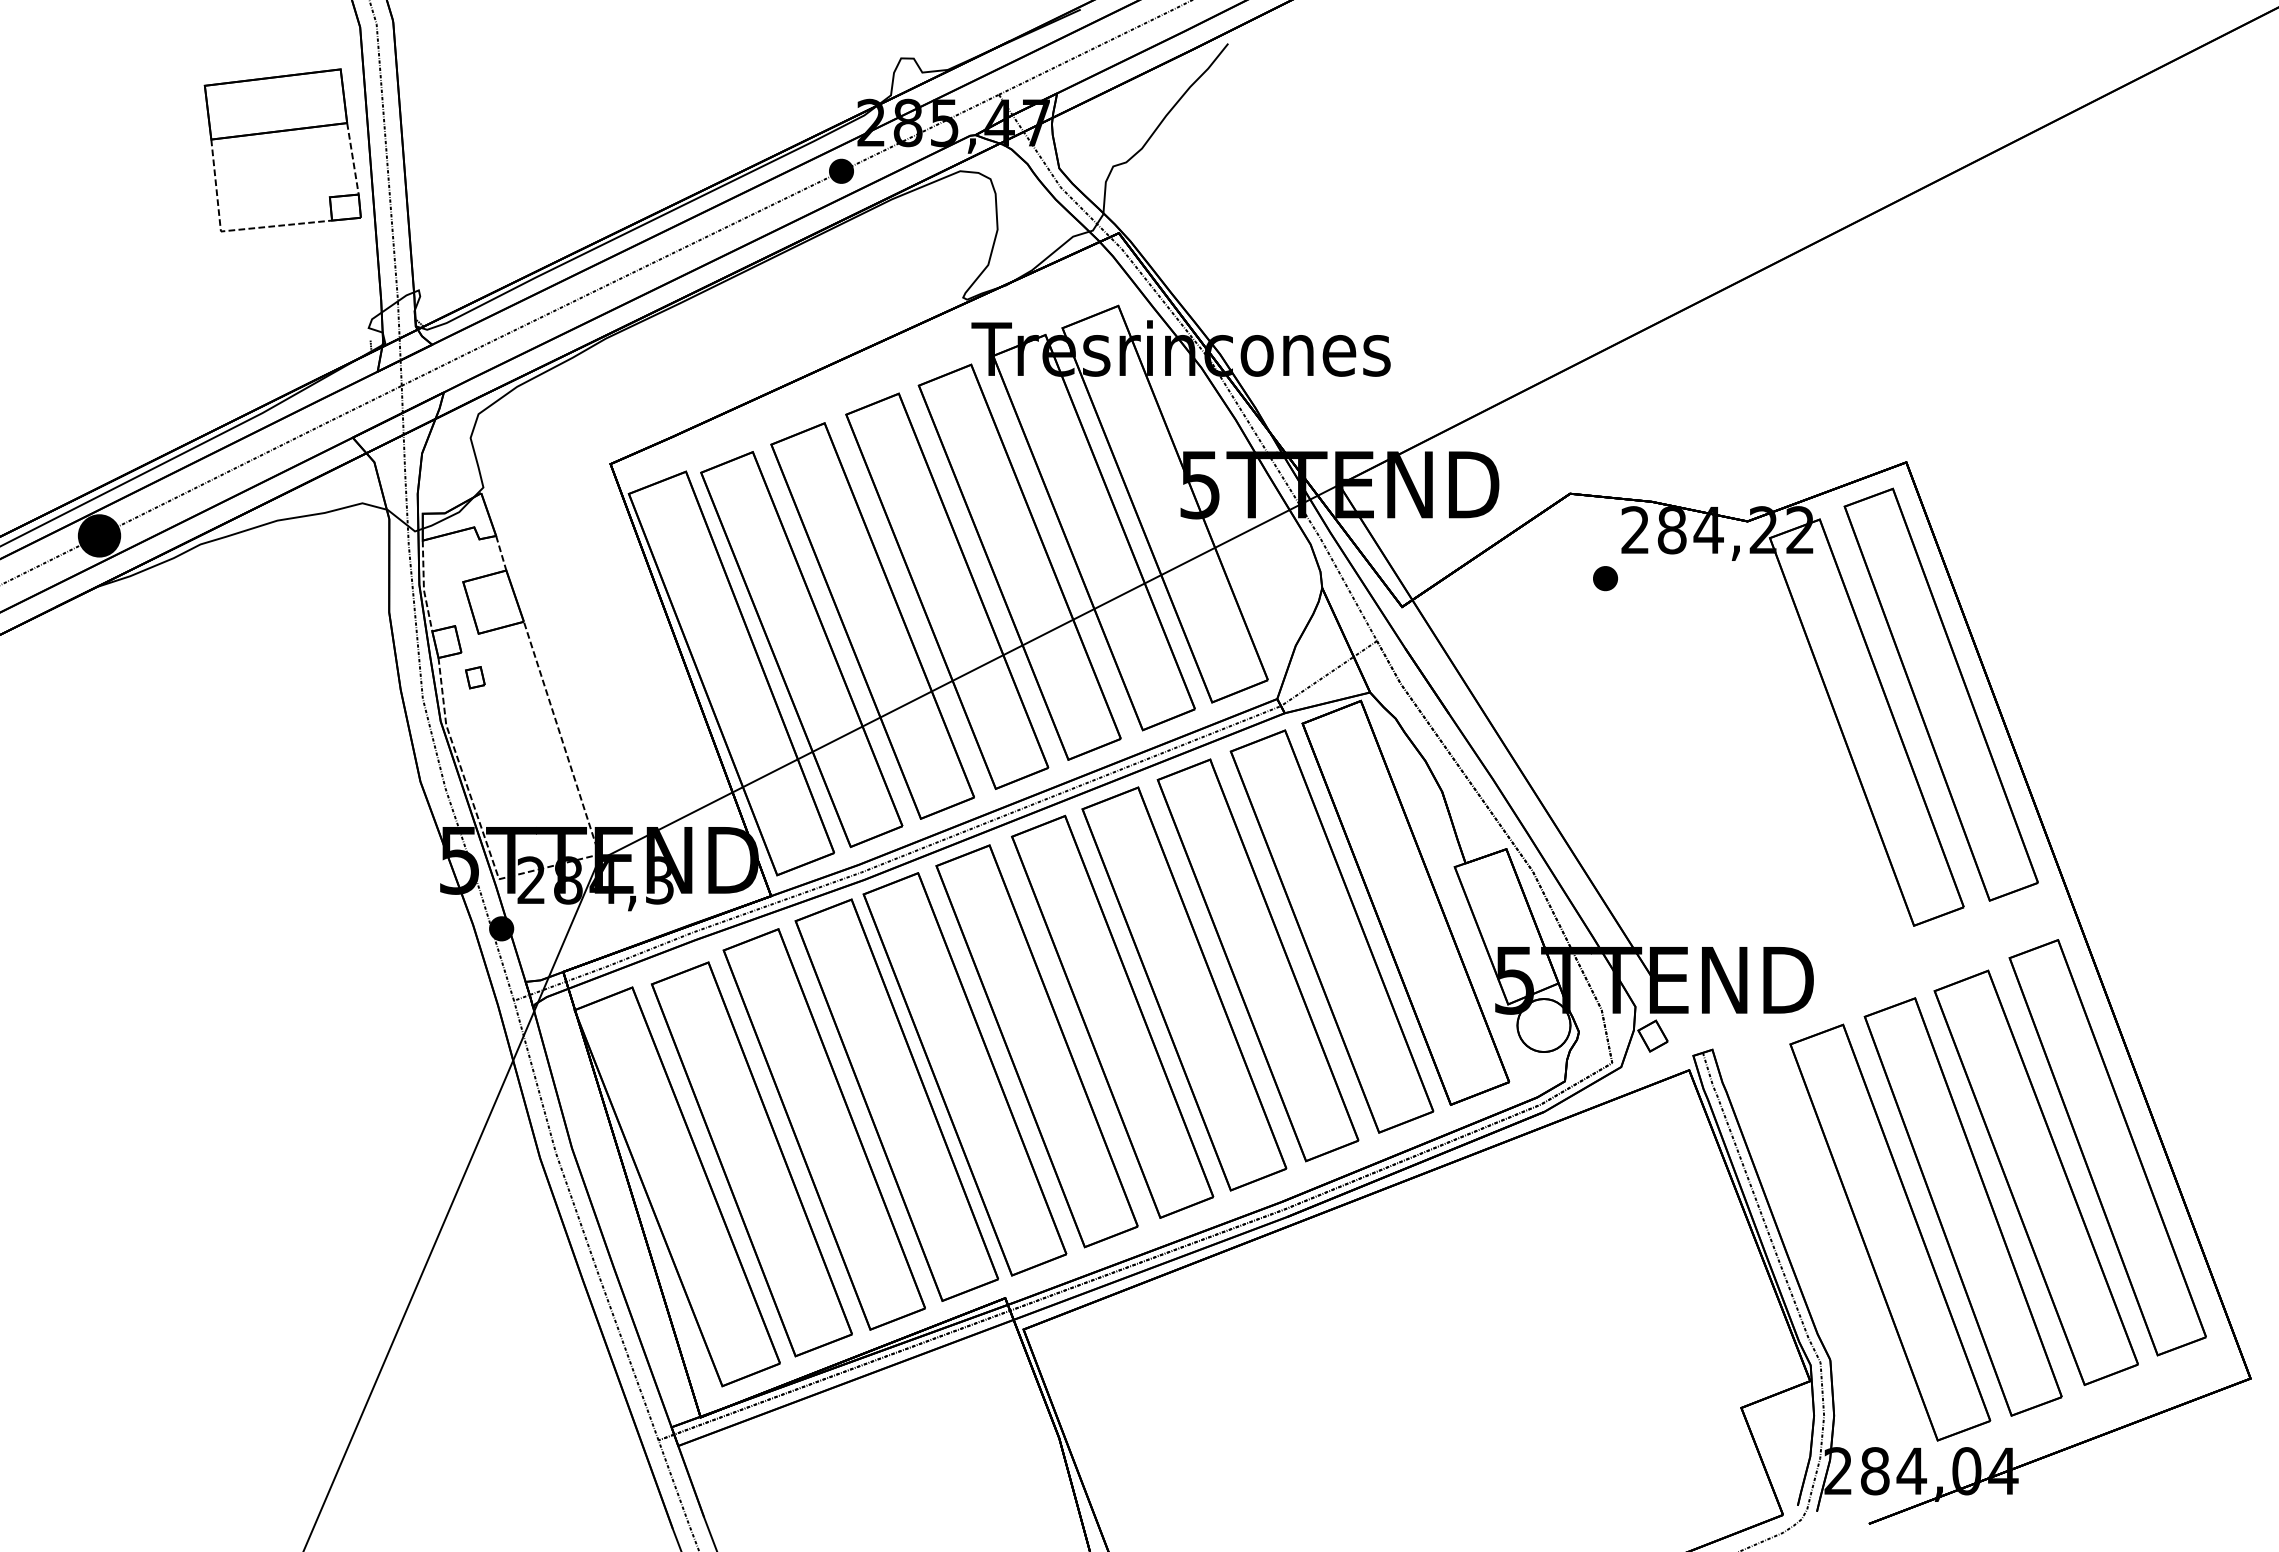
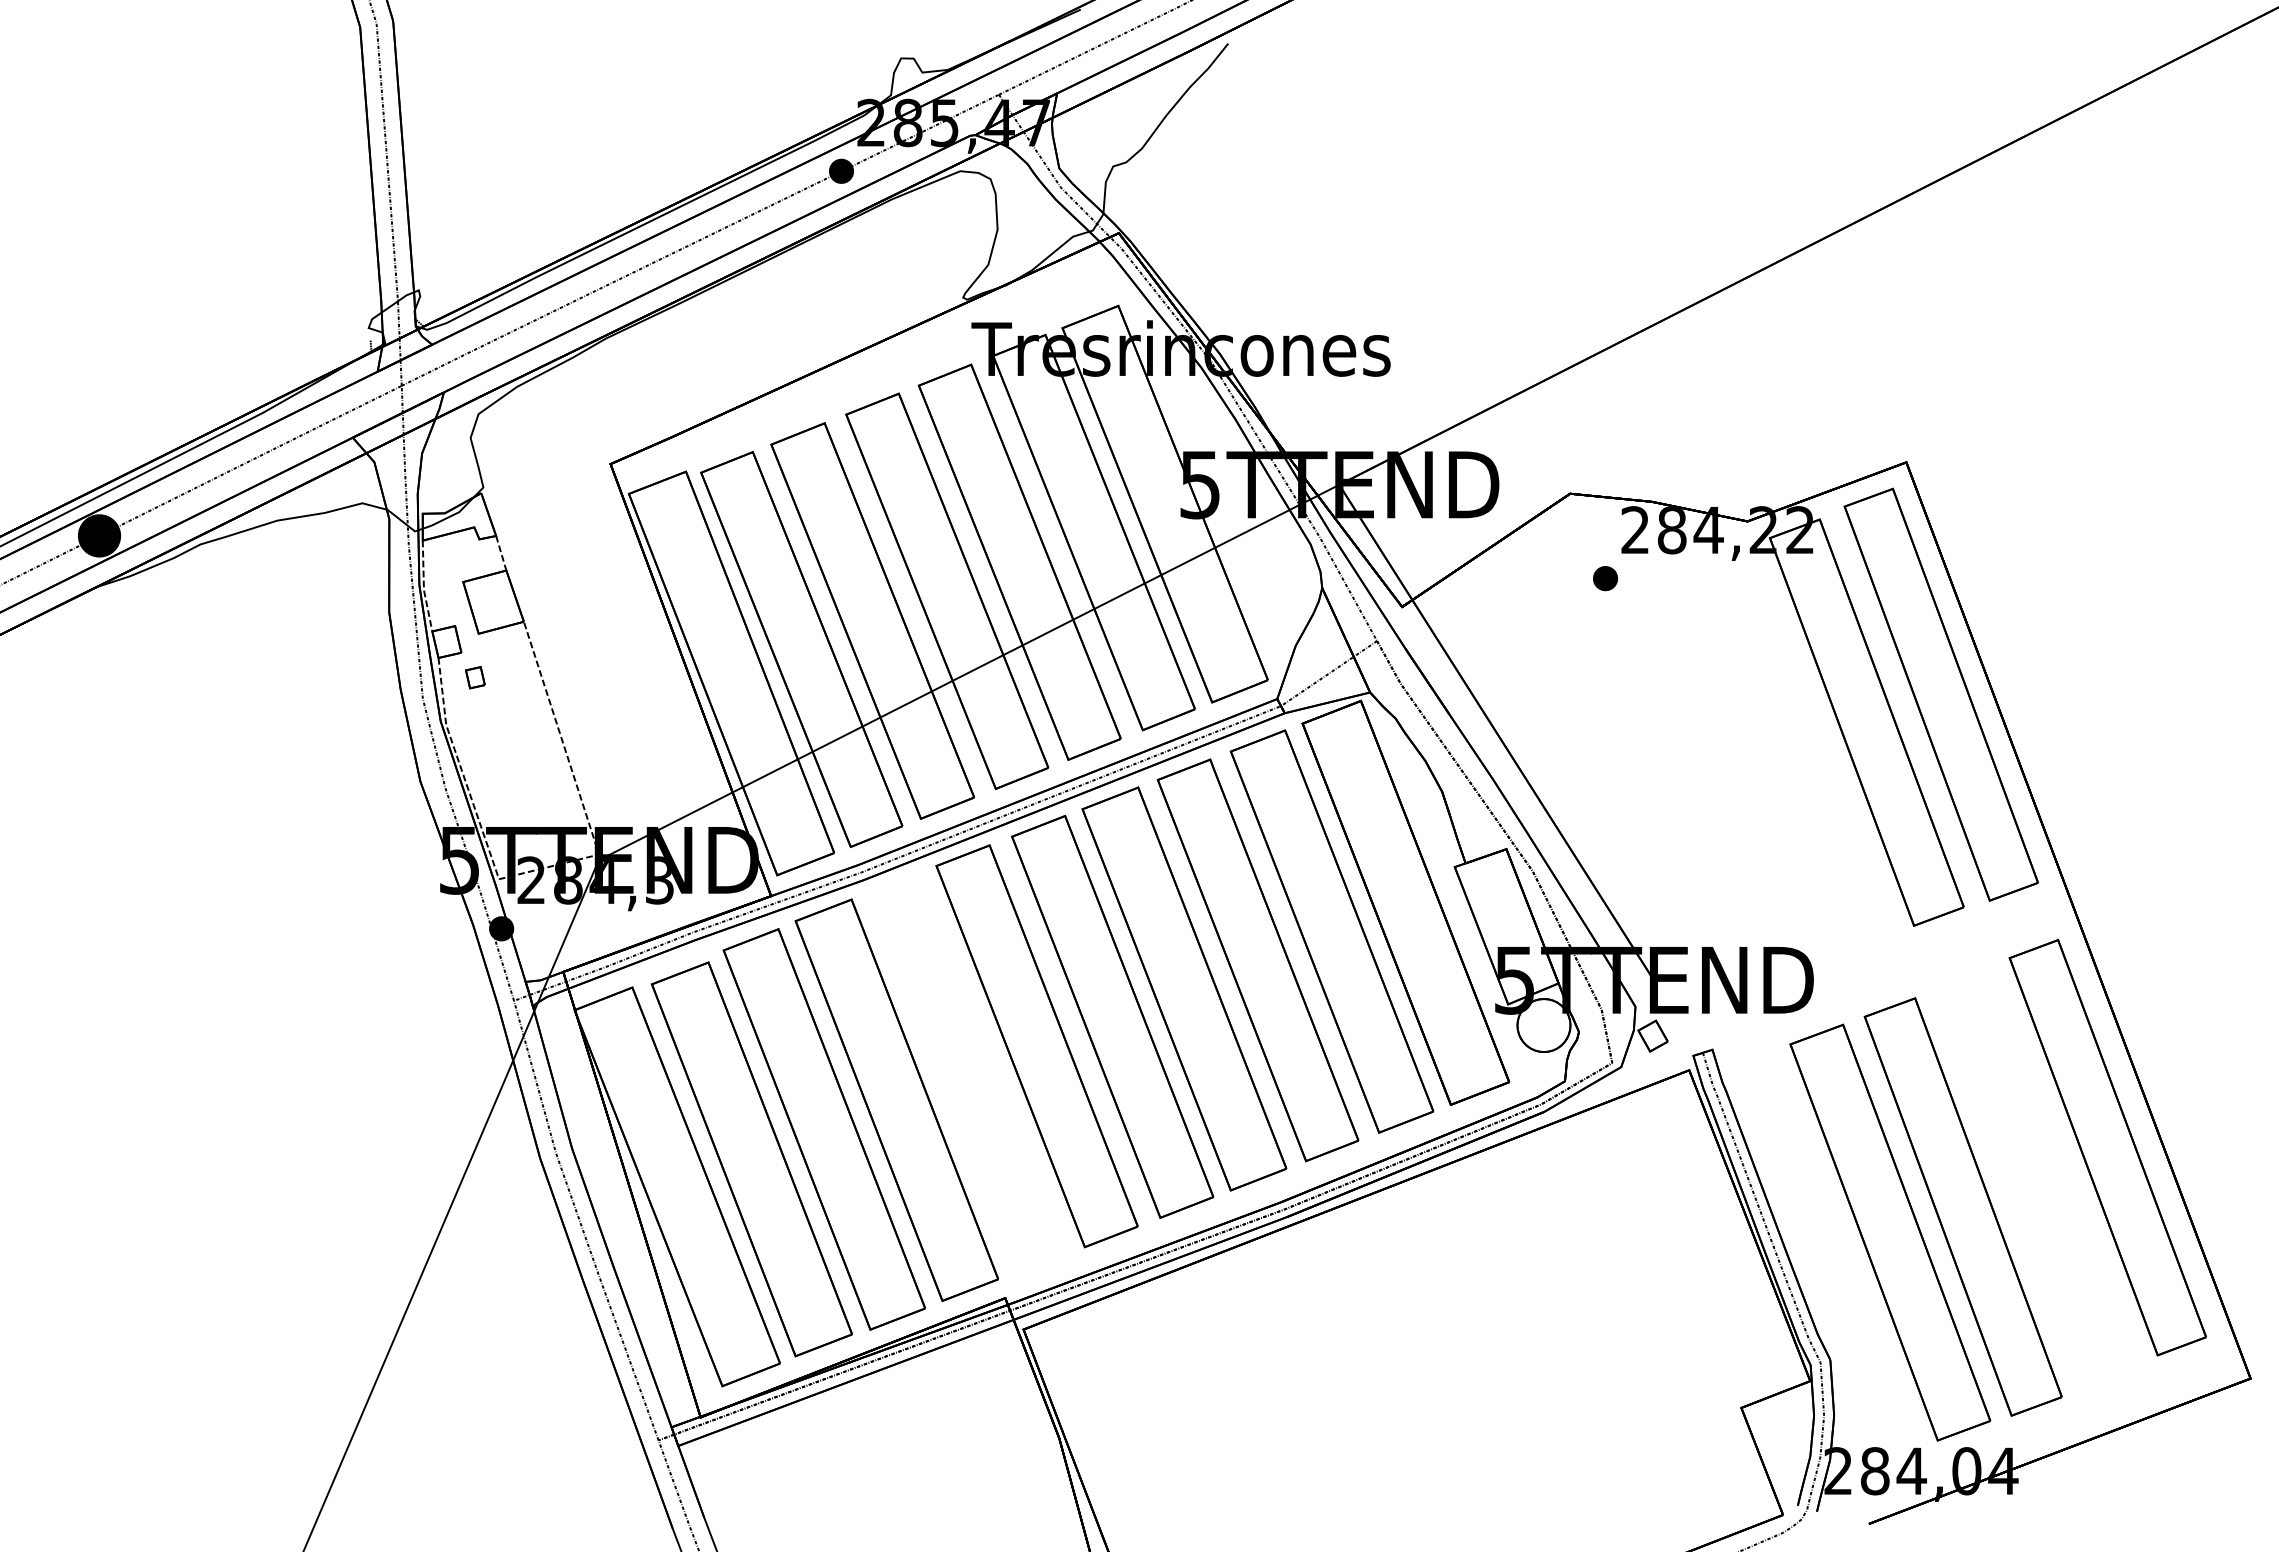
part at (280, 132): present -> none
part at (964, 1074): present -> none
part at (2035, 1177): present -> none
